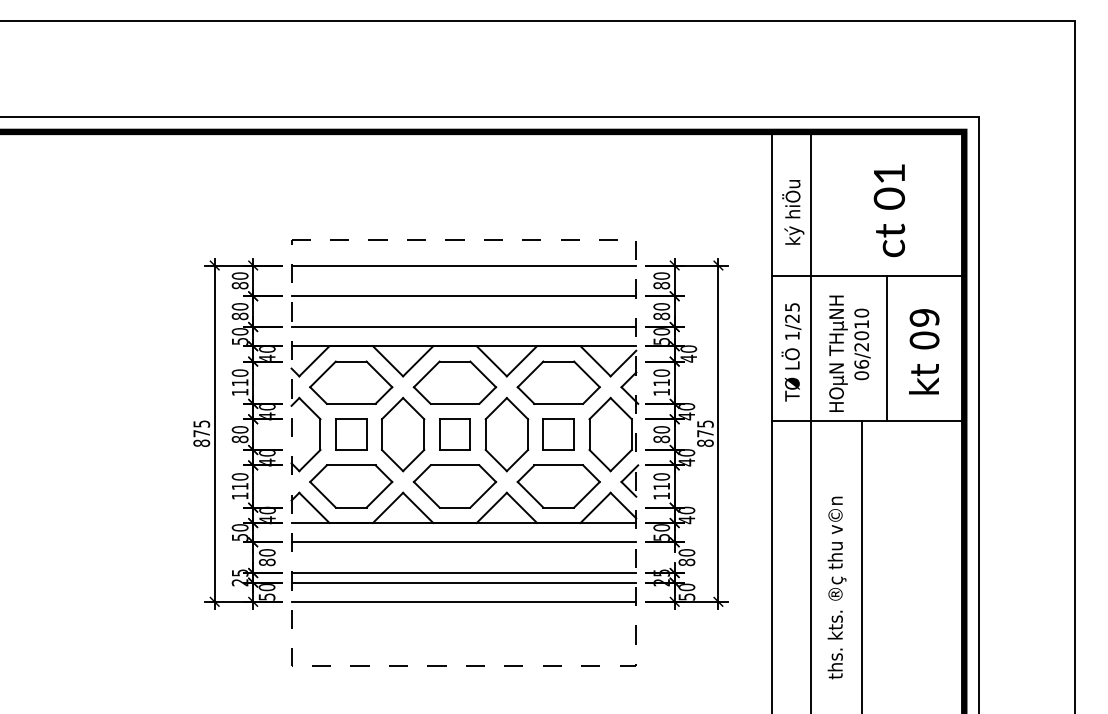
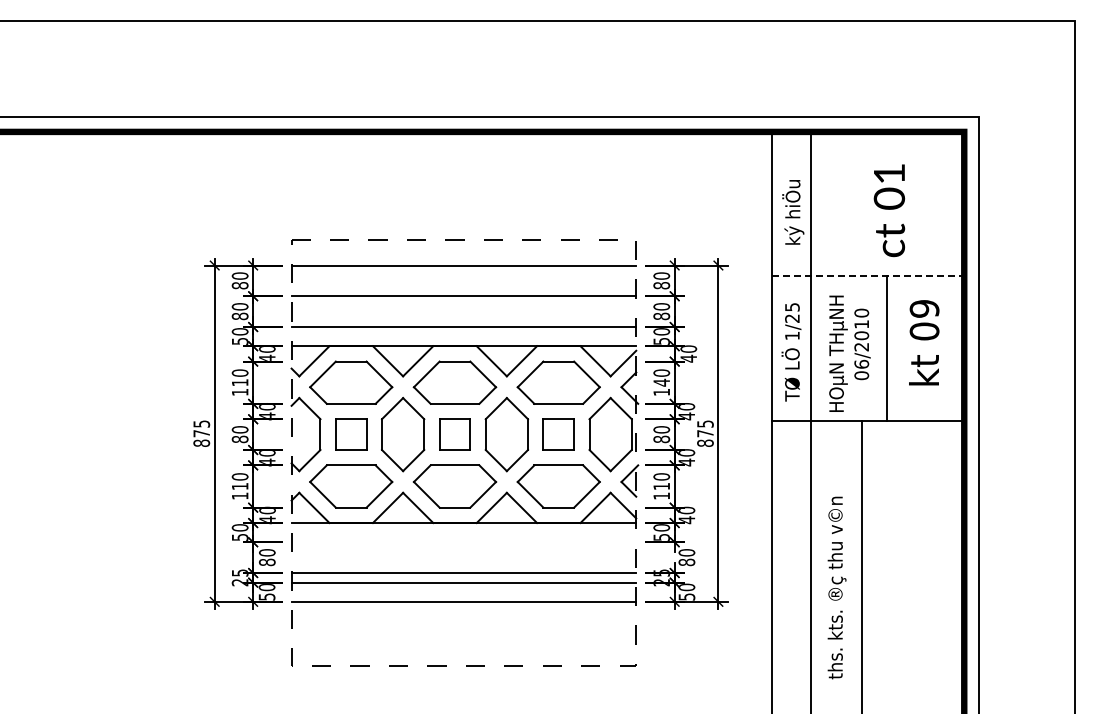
line at (868, 276): solid -> dashed
text at (924, 351) position: (924, 351) -> (924, 342)
text at (661, 382): 110 -> 140
line at (463, 542): present -> none
